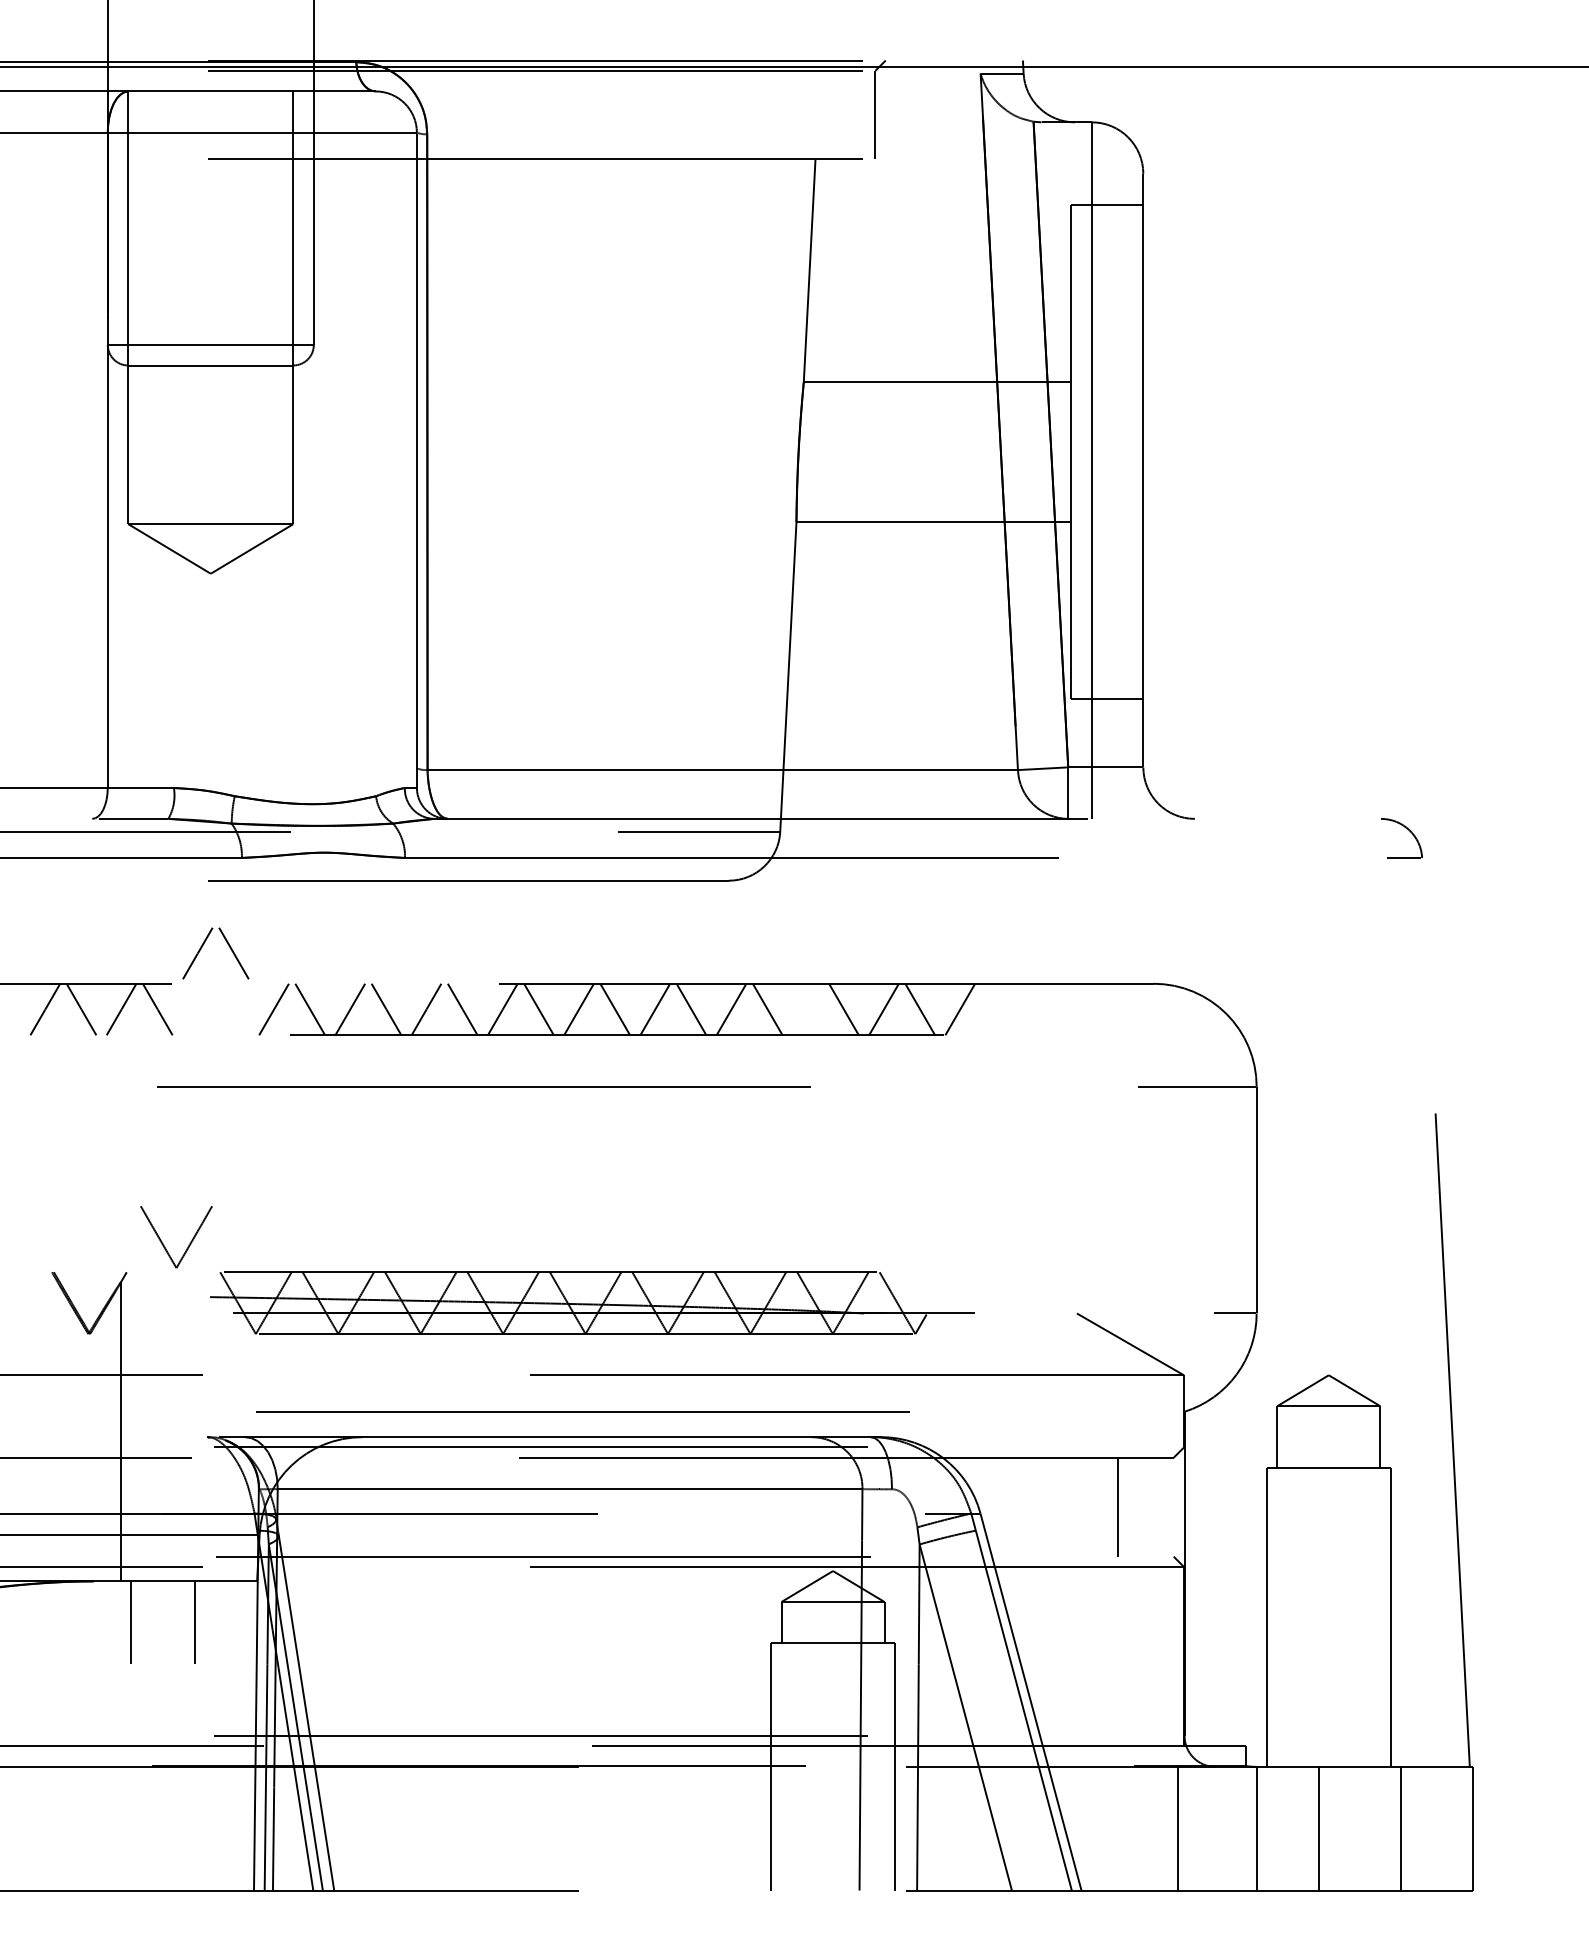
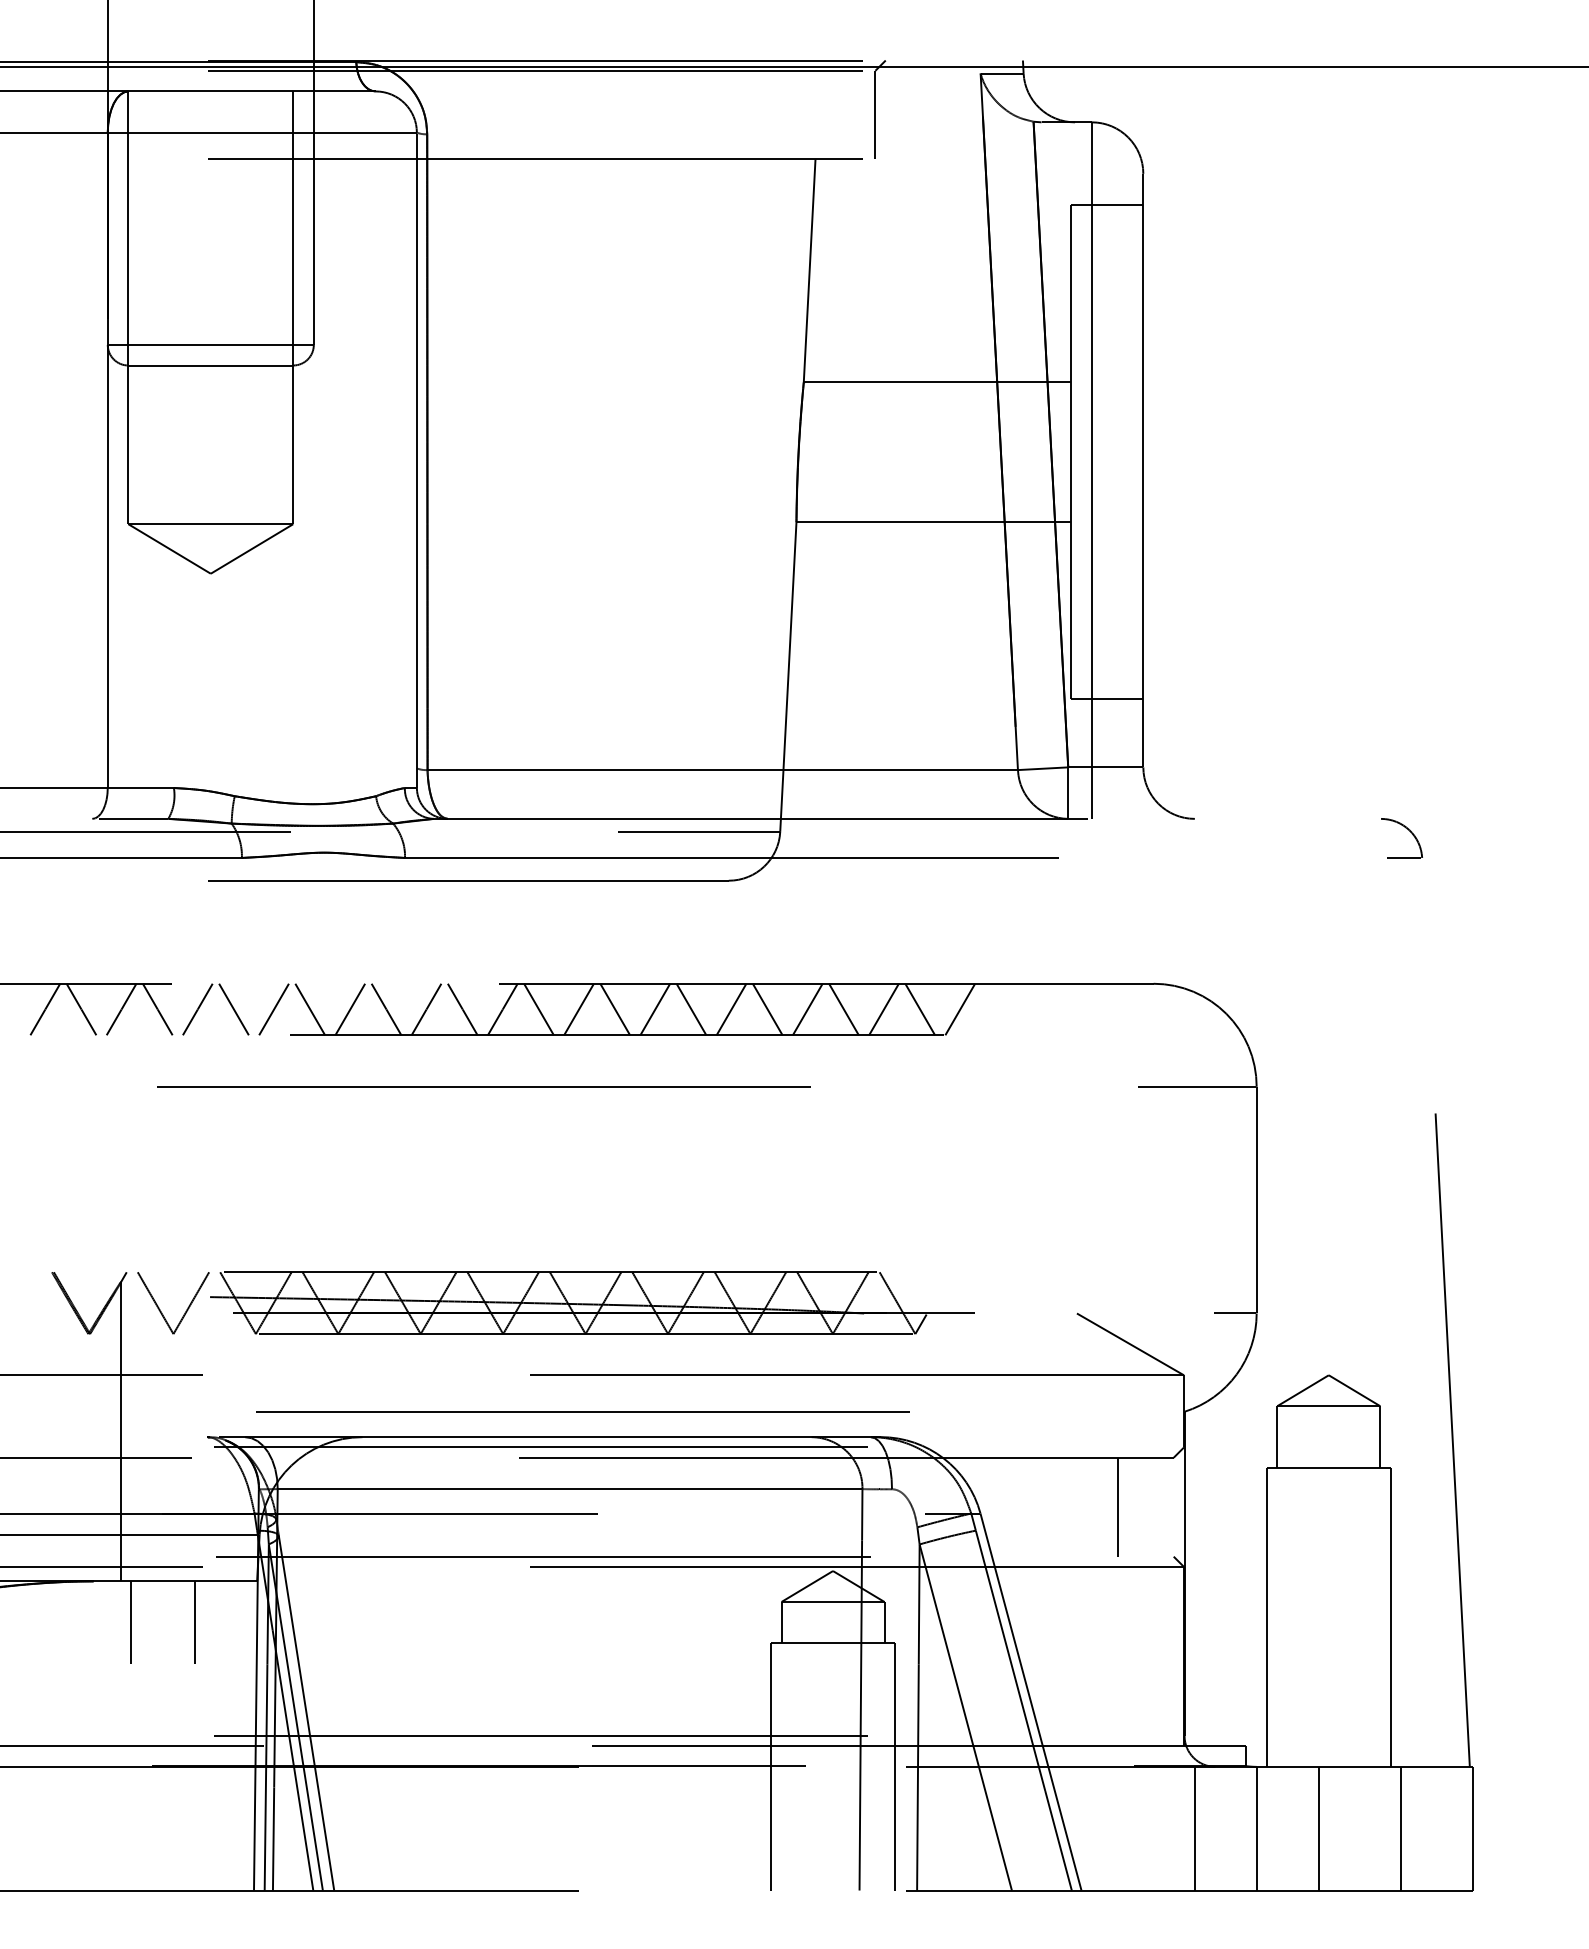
part at (204, 944) position: (204, 944) -> (204, 1000)
line at (807, 1009): none -> present
part at (165, 1246) position: (165, 1246) -> (162, 1312)
line at (1178, 1828) position: (1178, 1828) -> (1195, 1828)
